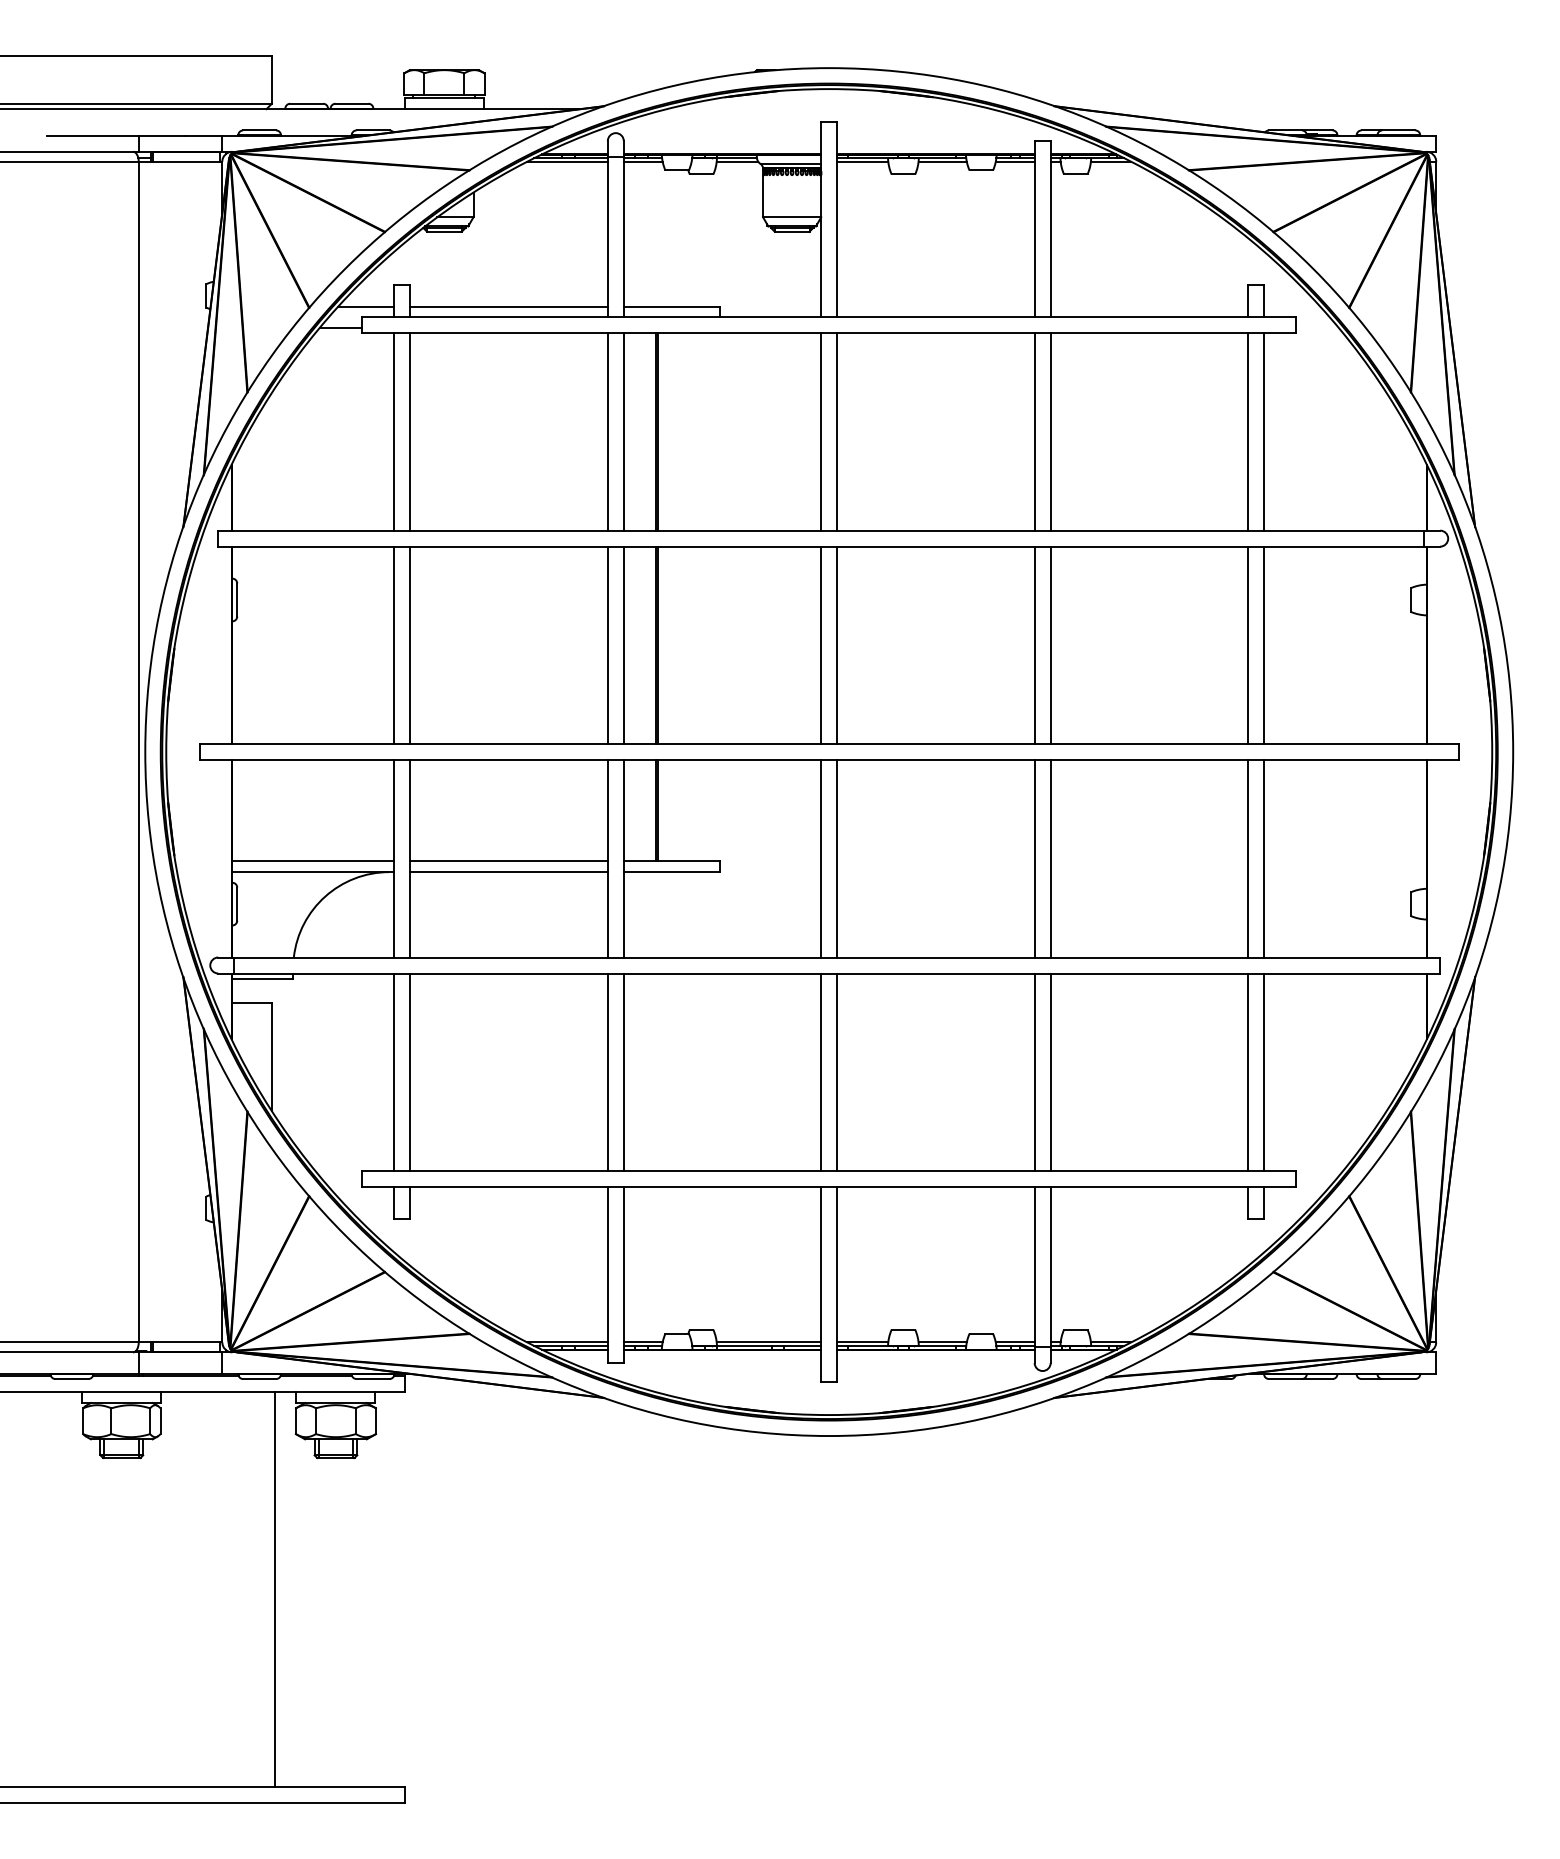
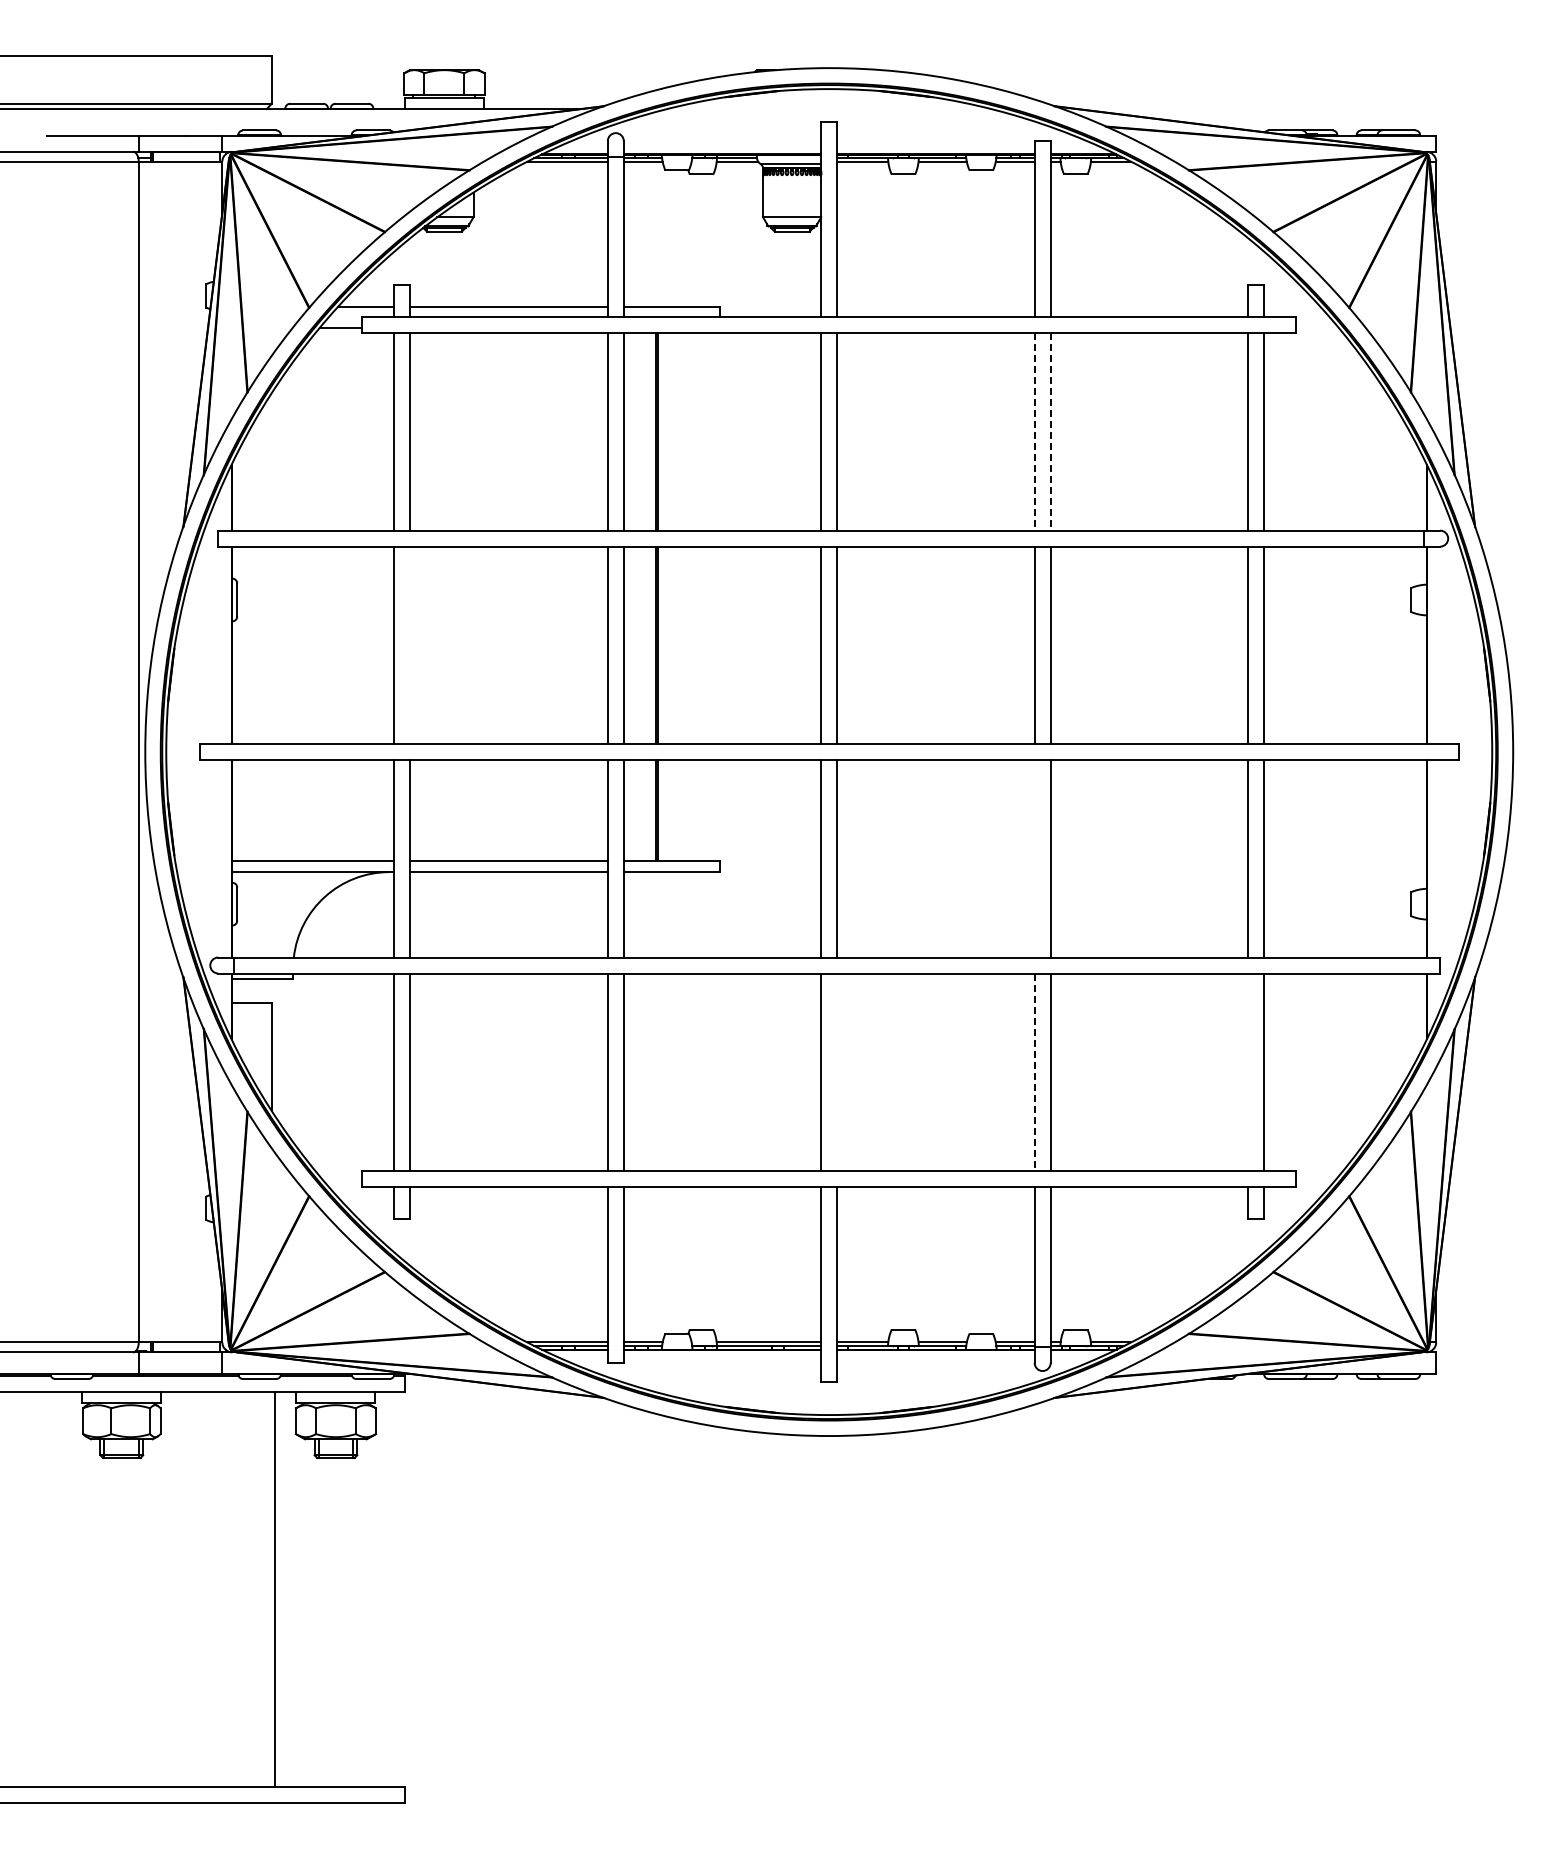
line at (1034, 431): solid -> dashed
line at (1050, 431): solid -> dashed
line at (410, 645): present -> none
line at (1034, 858): present -> none
line at (837, 1071): present -> none
line at (1248, 1071): present -> none
line at (1034, 1072): solid -> dashed
